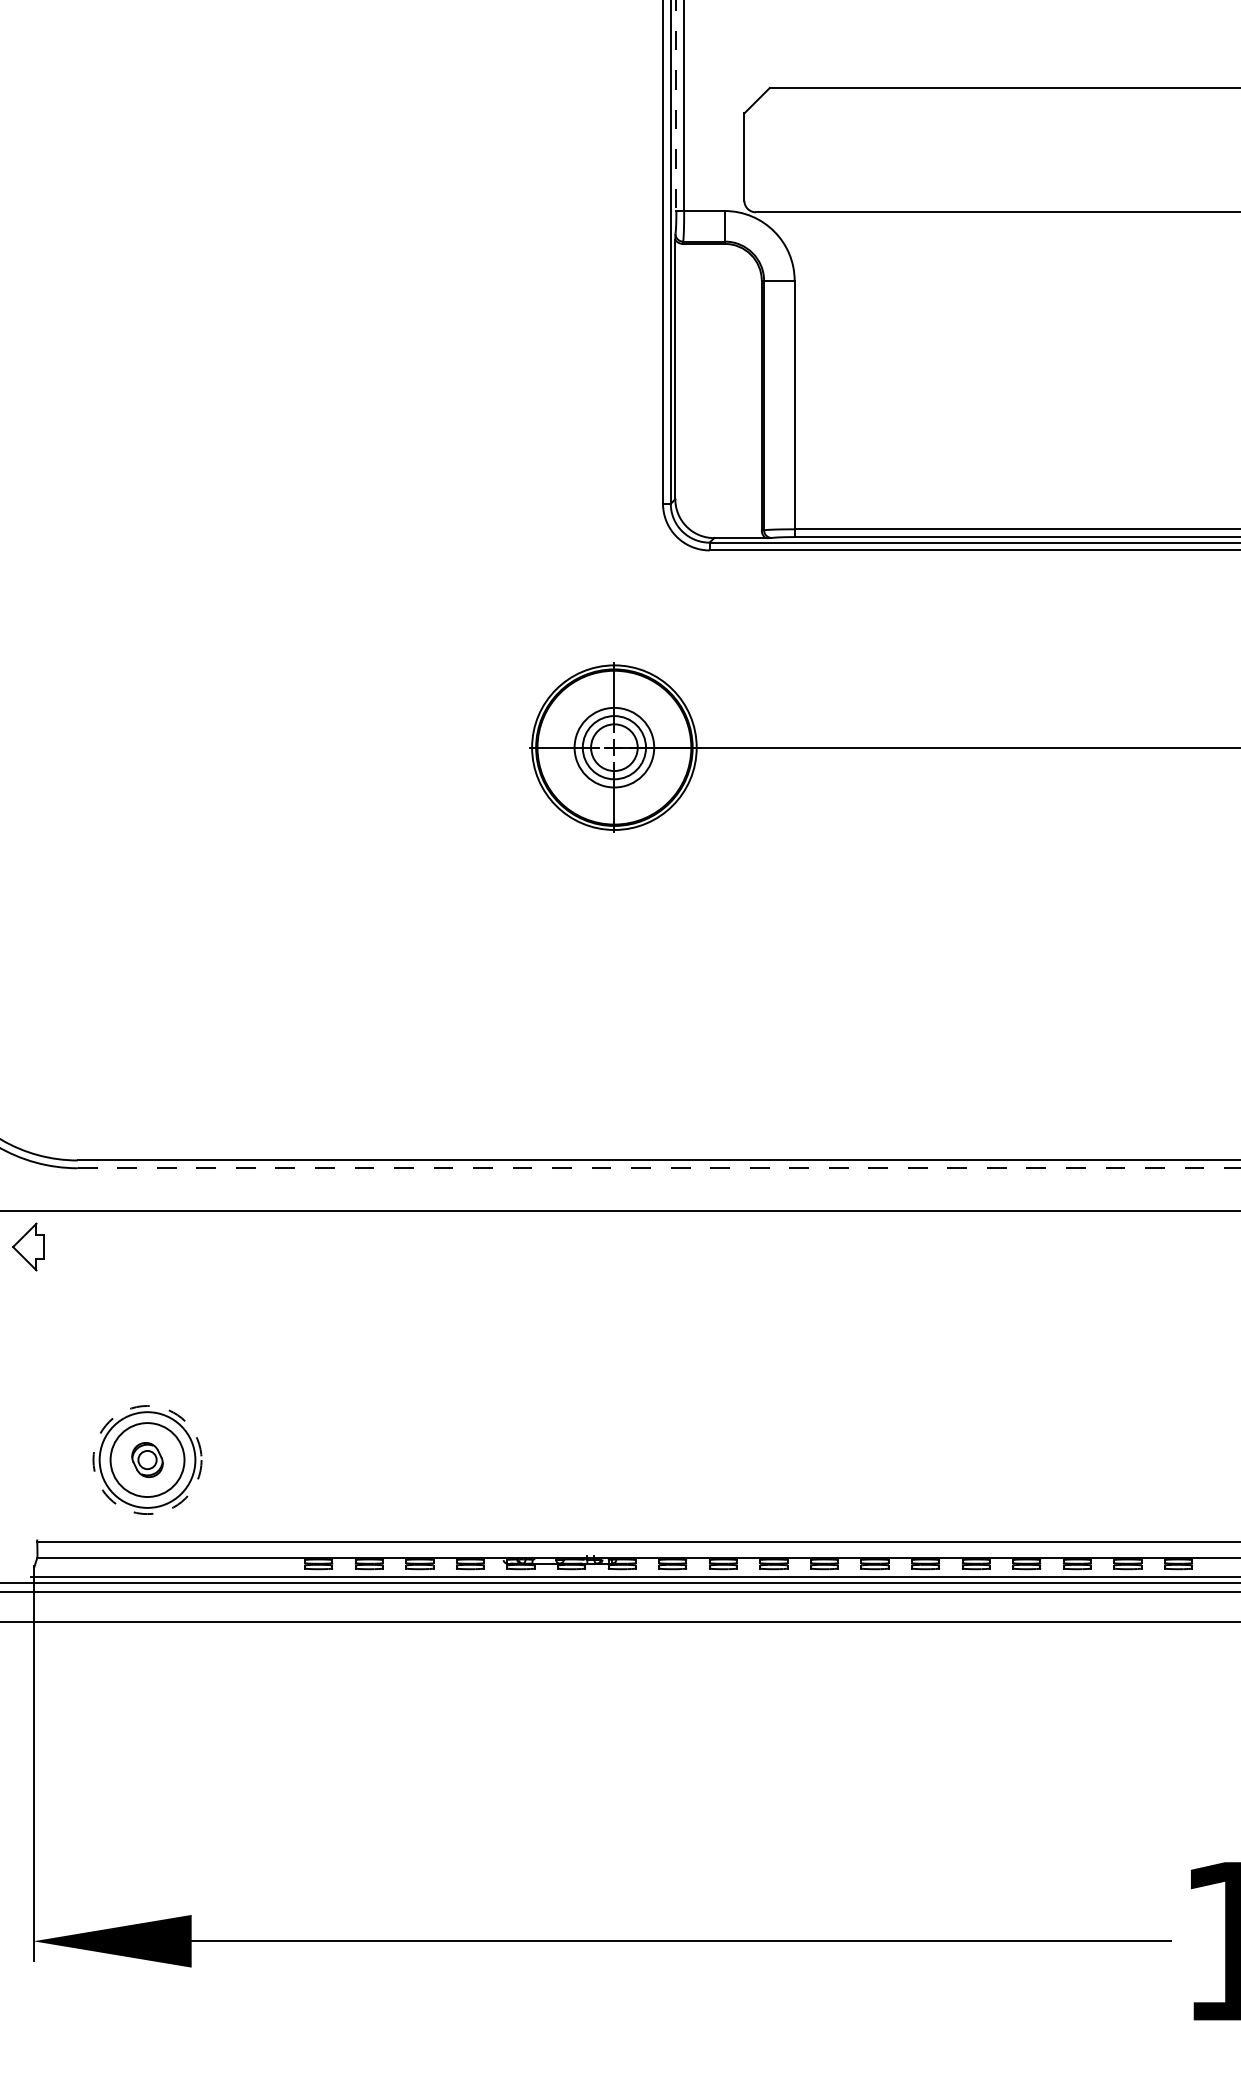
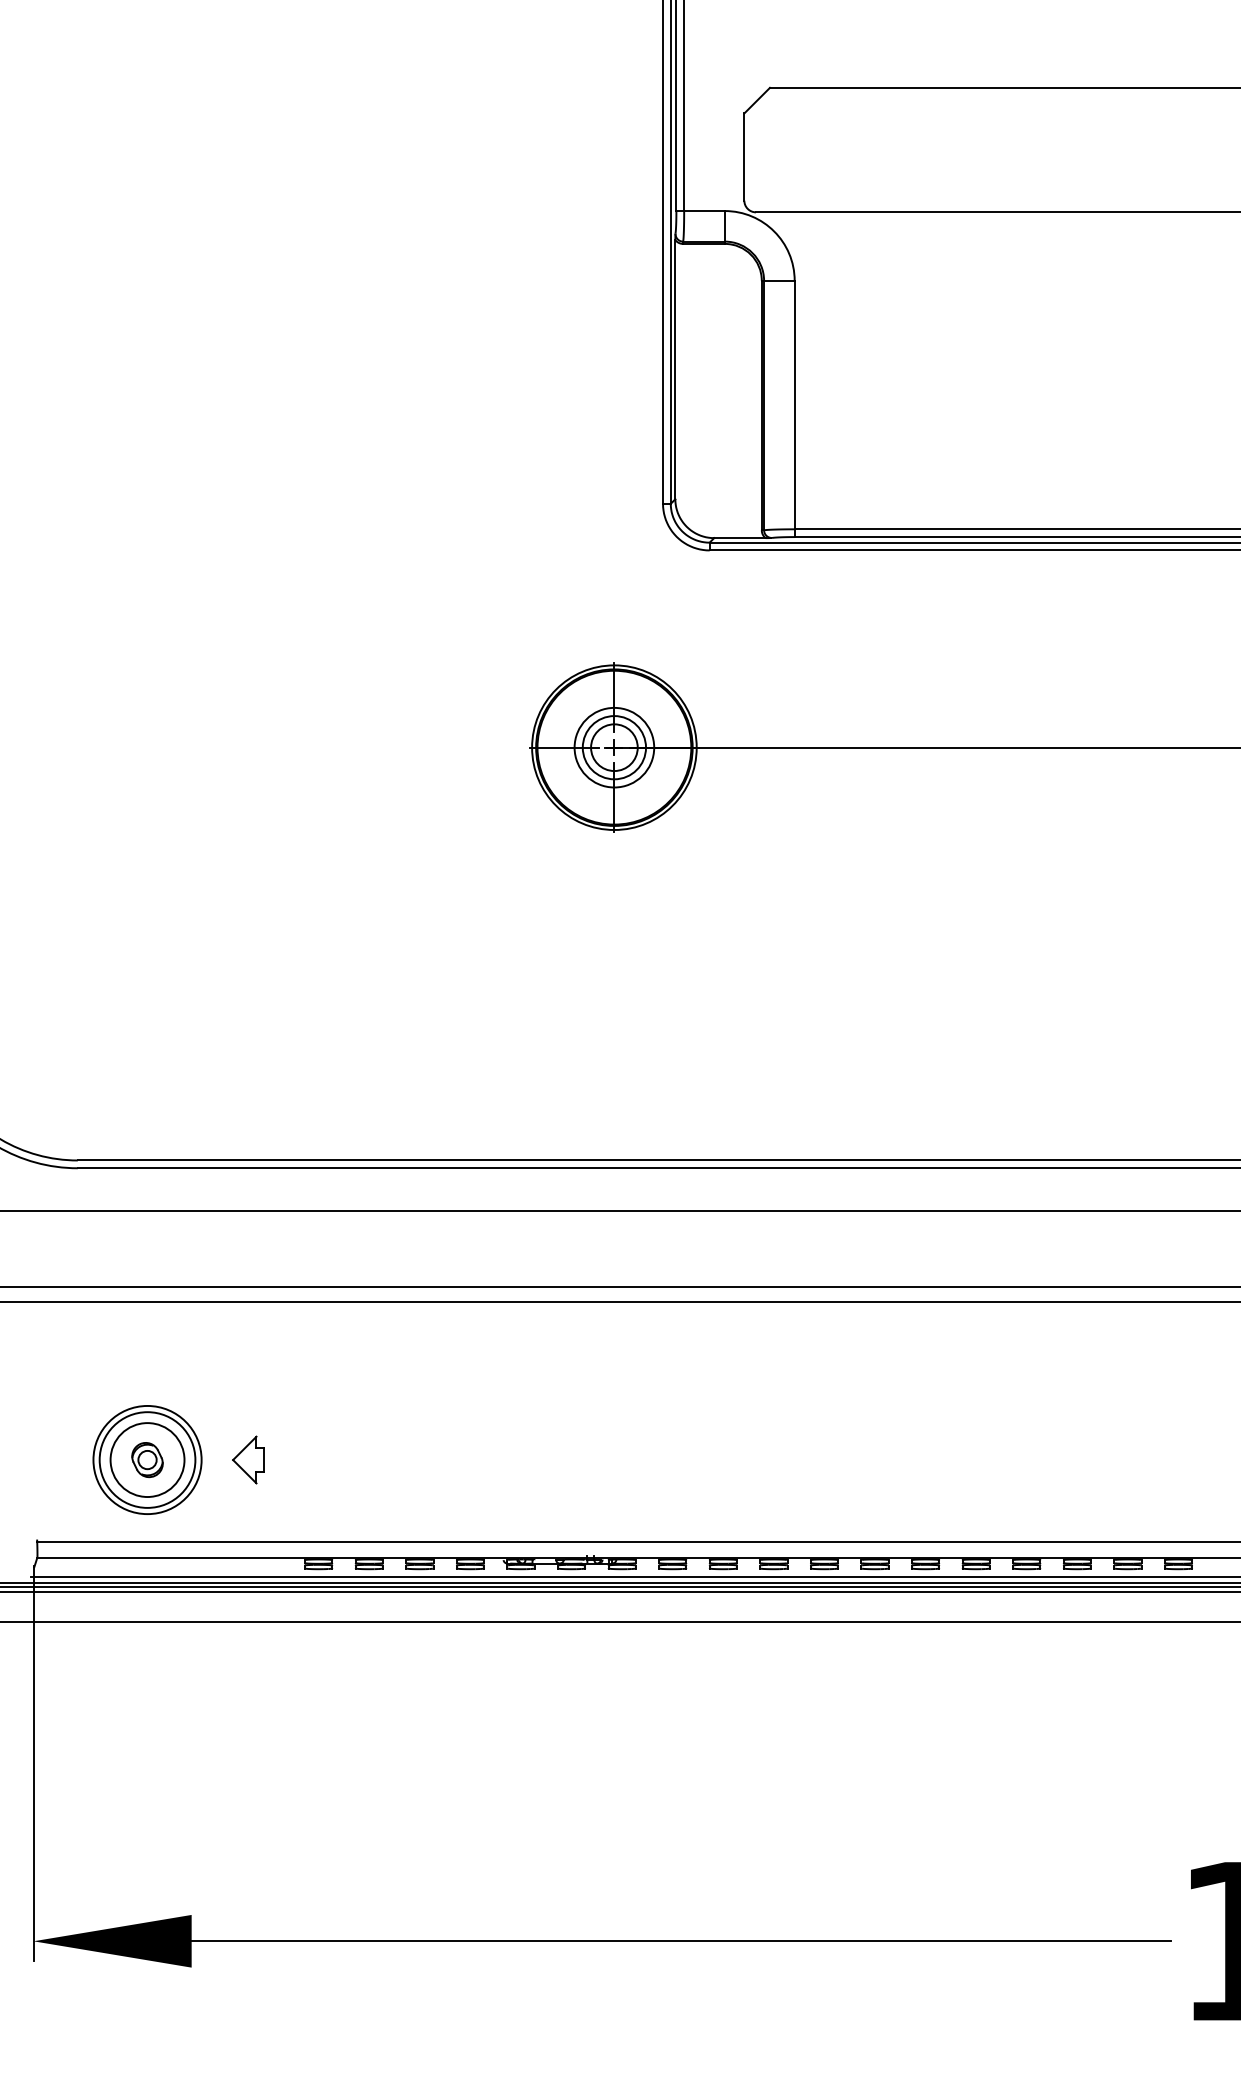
line at (676, 106): dashed -> solid
line at (659, 1168): dashed -> solid
part at (28, 1246) position: (28, 1246) -> (248, 1459)
line at (619, 1286): none -> present
line at (619, 1301): none -> present
circle at (147, 1459): dashed -> solid
line at (619, 1587): none -> present
